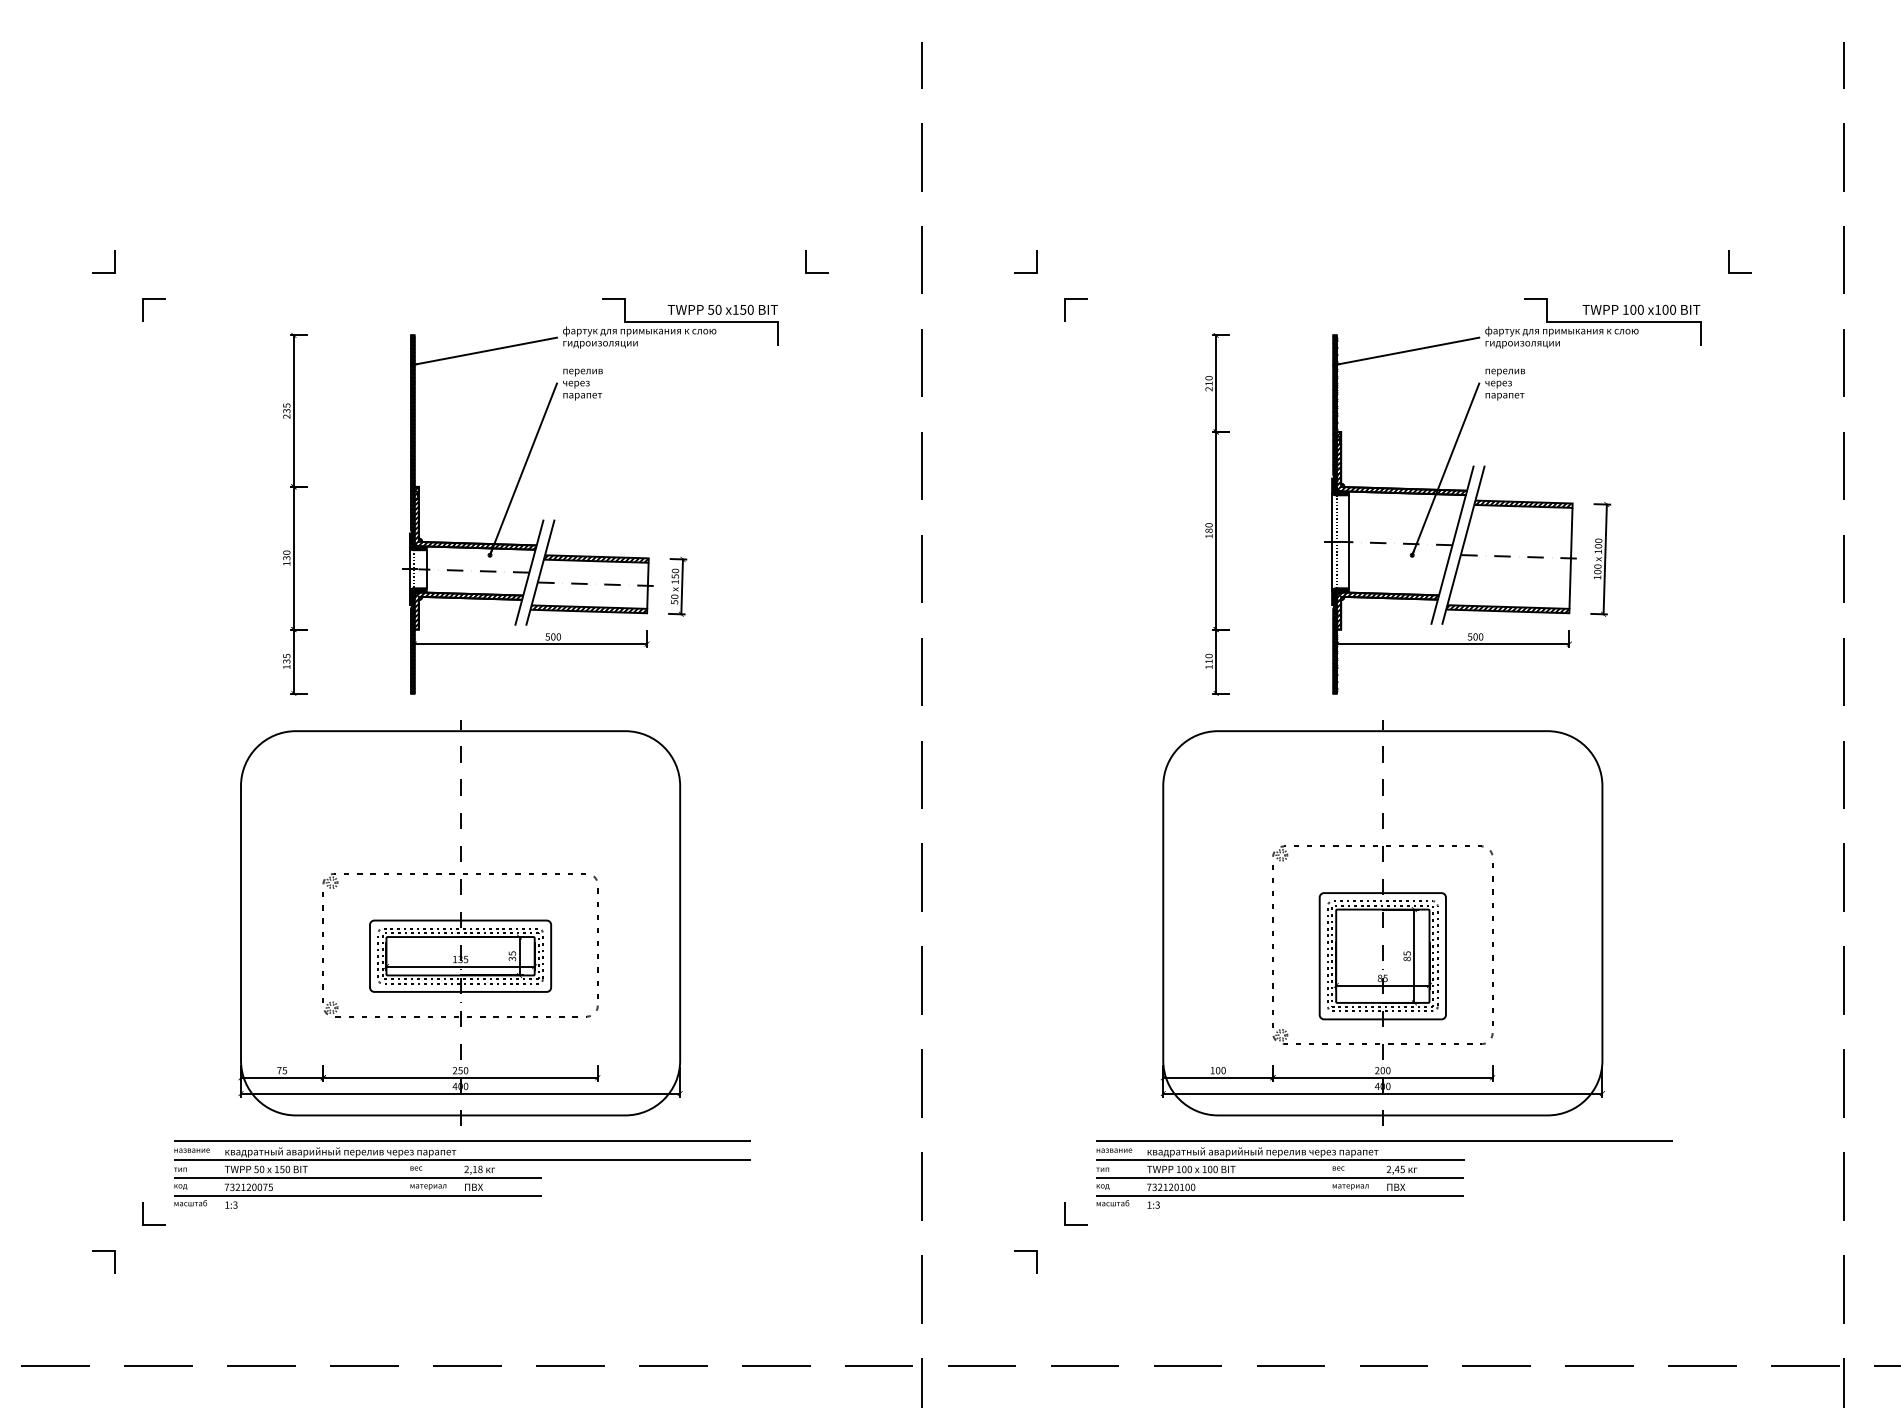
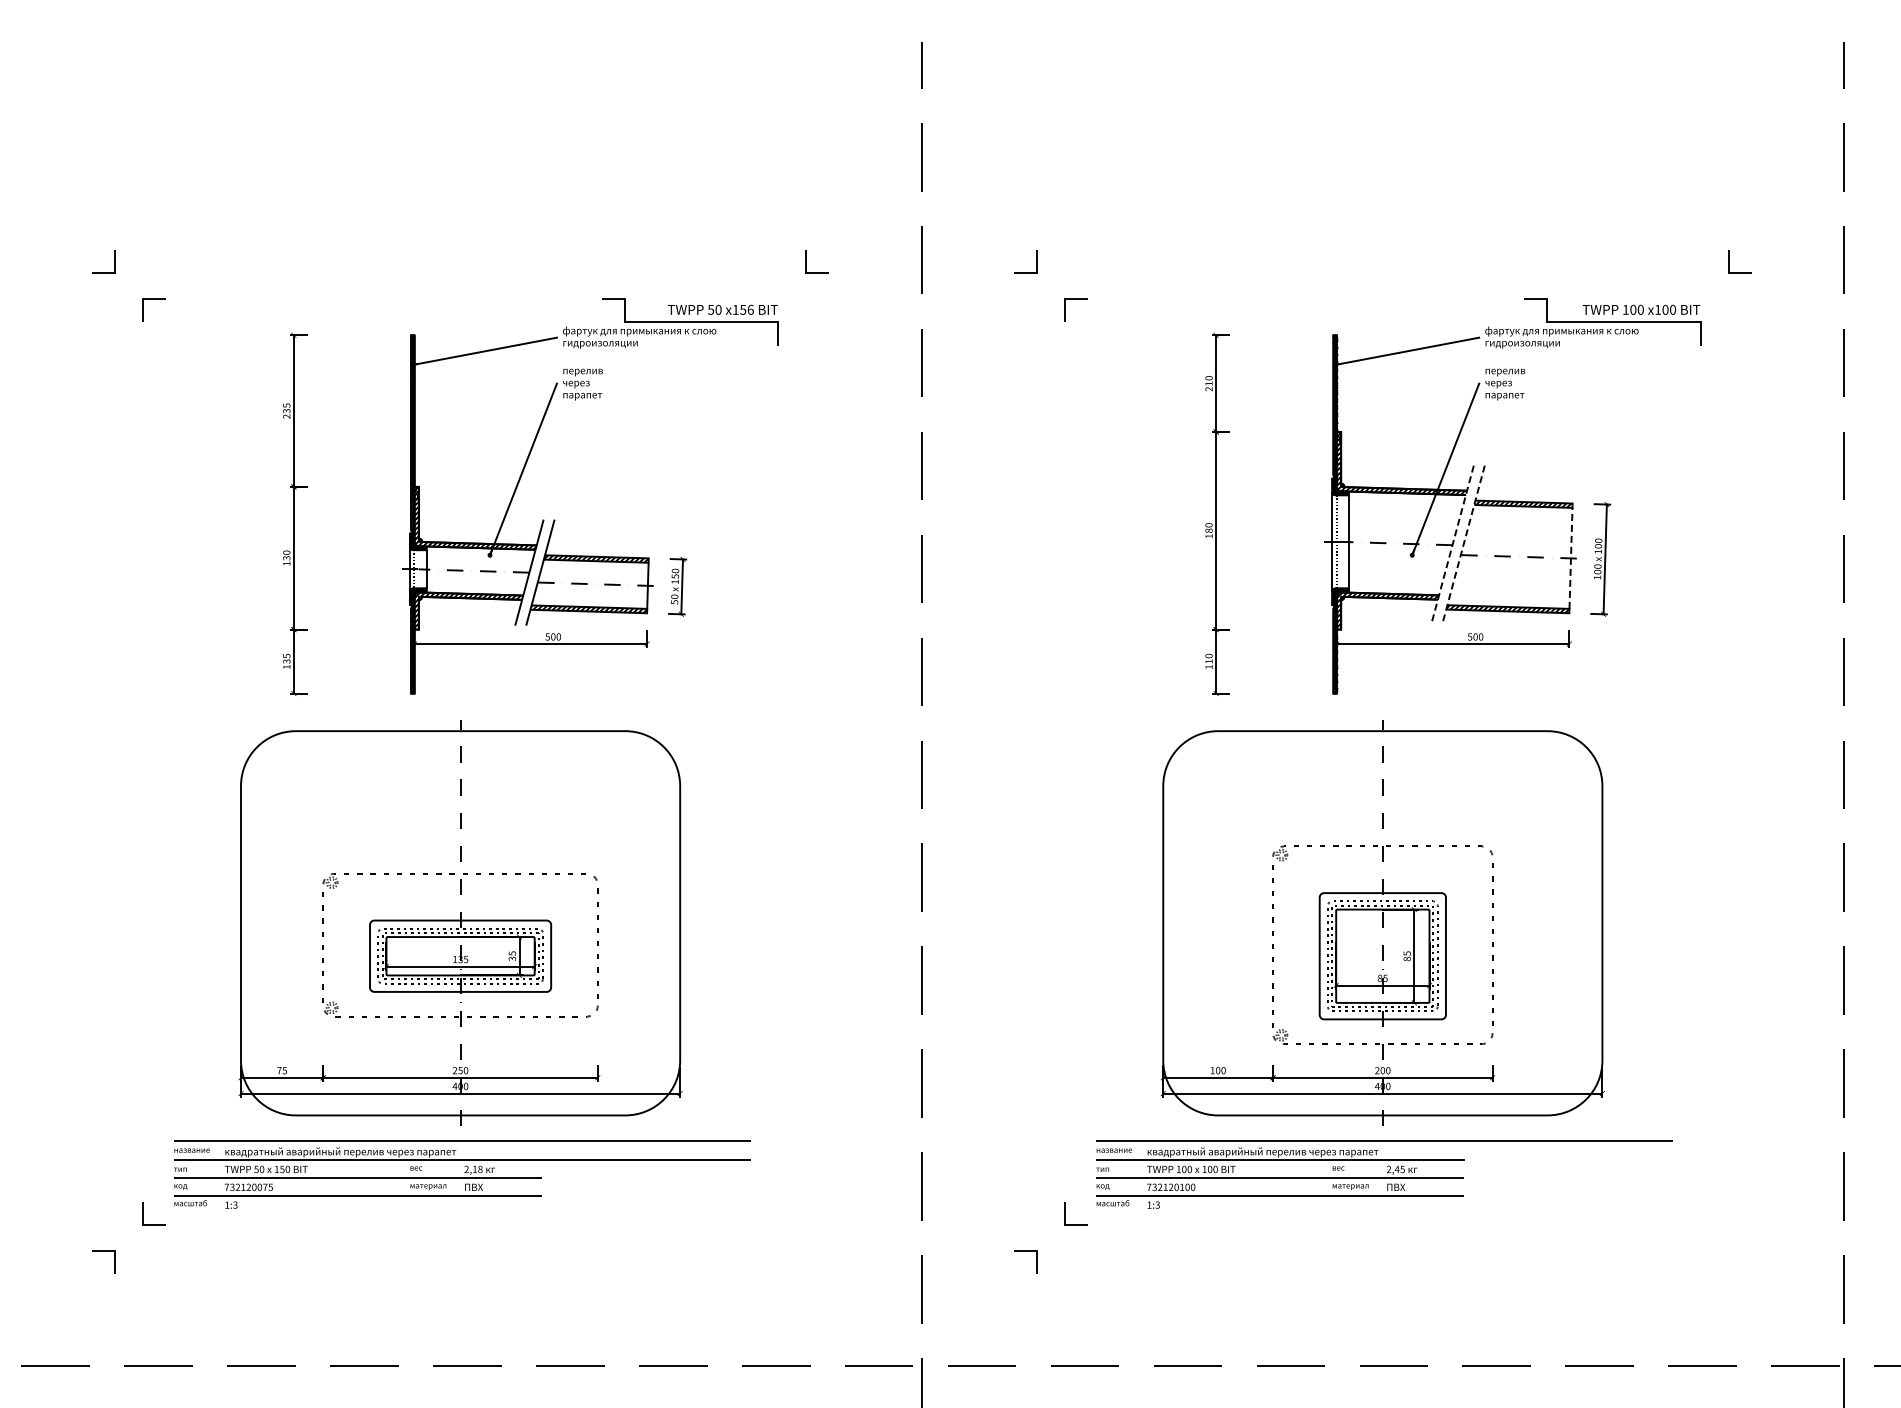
text at (750, 309): x150 -> x156
line at (1452, 545): solid -> dashed
line at (1463, 545): solid -> dashed
line at (1571, 558): solid -> dashed
